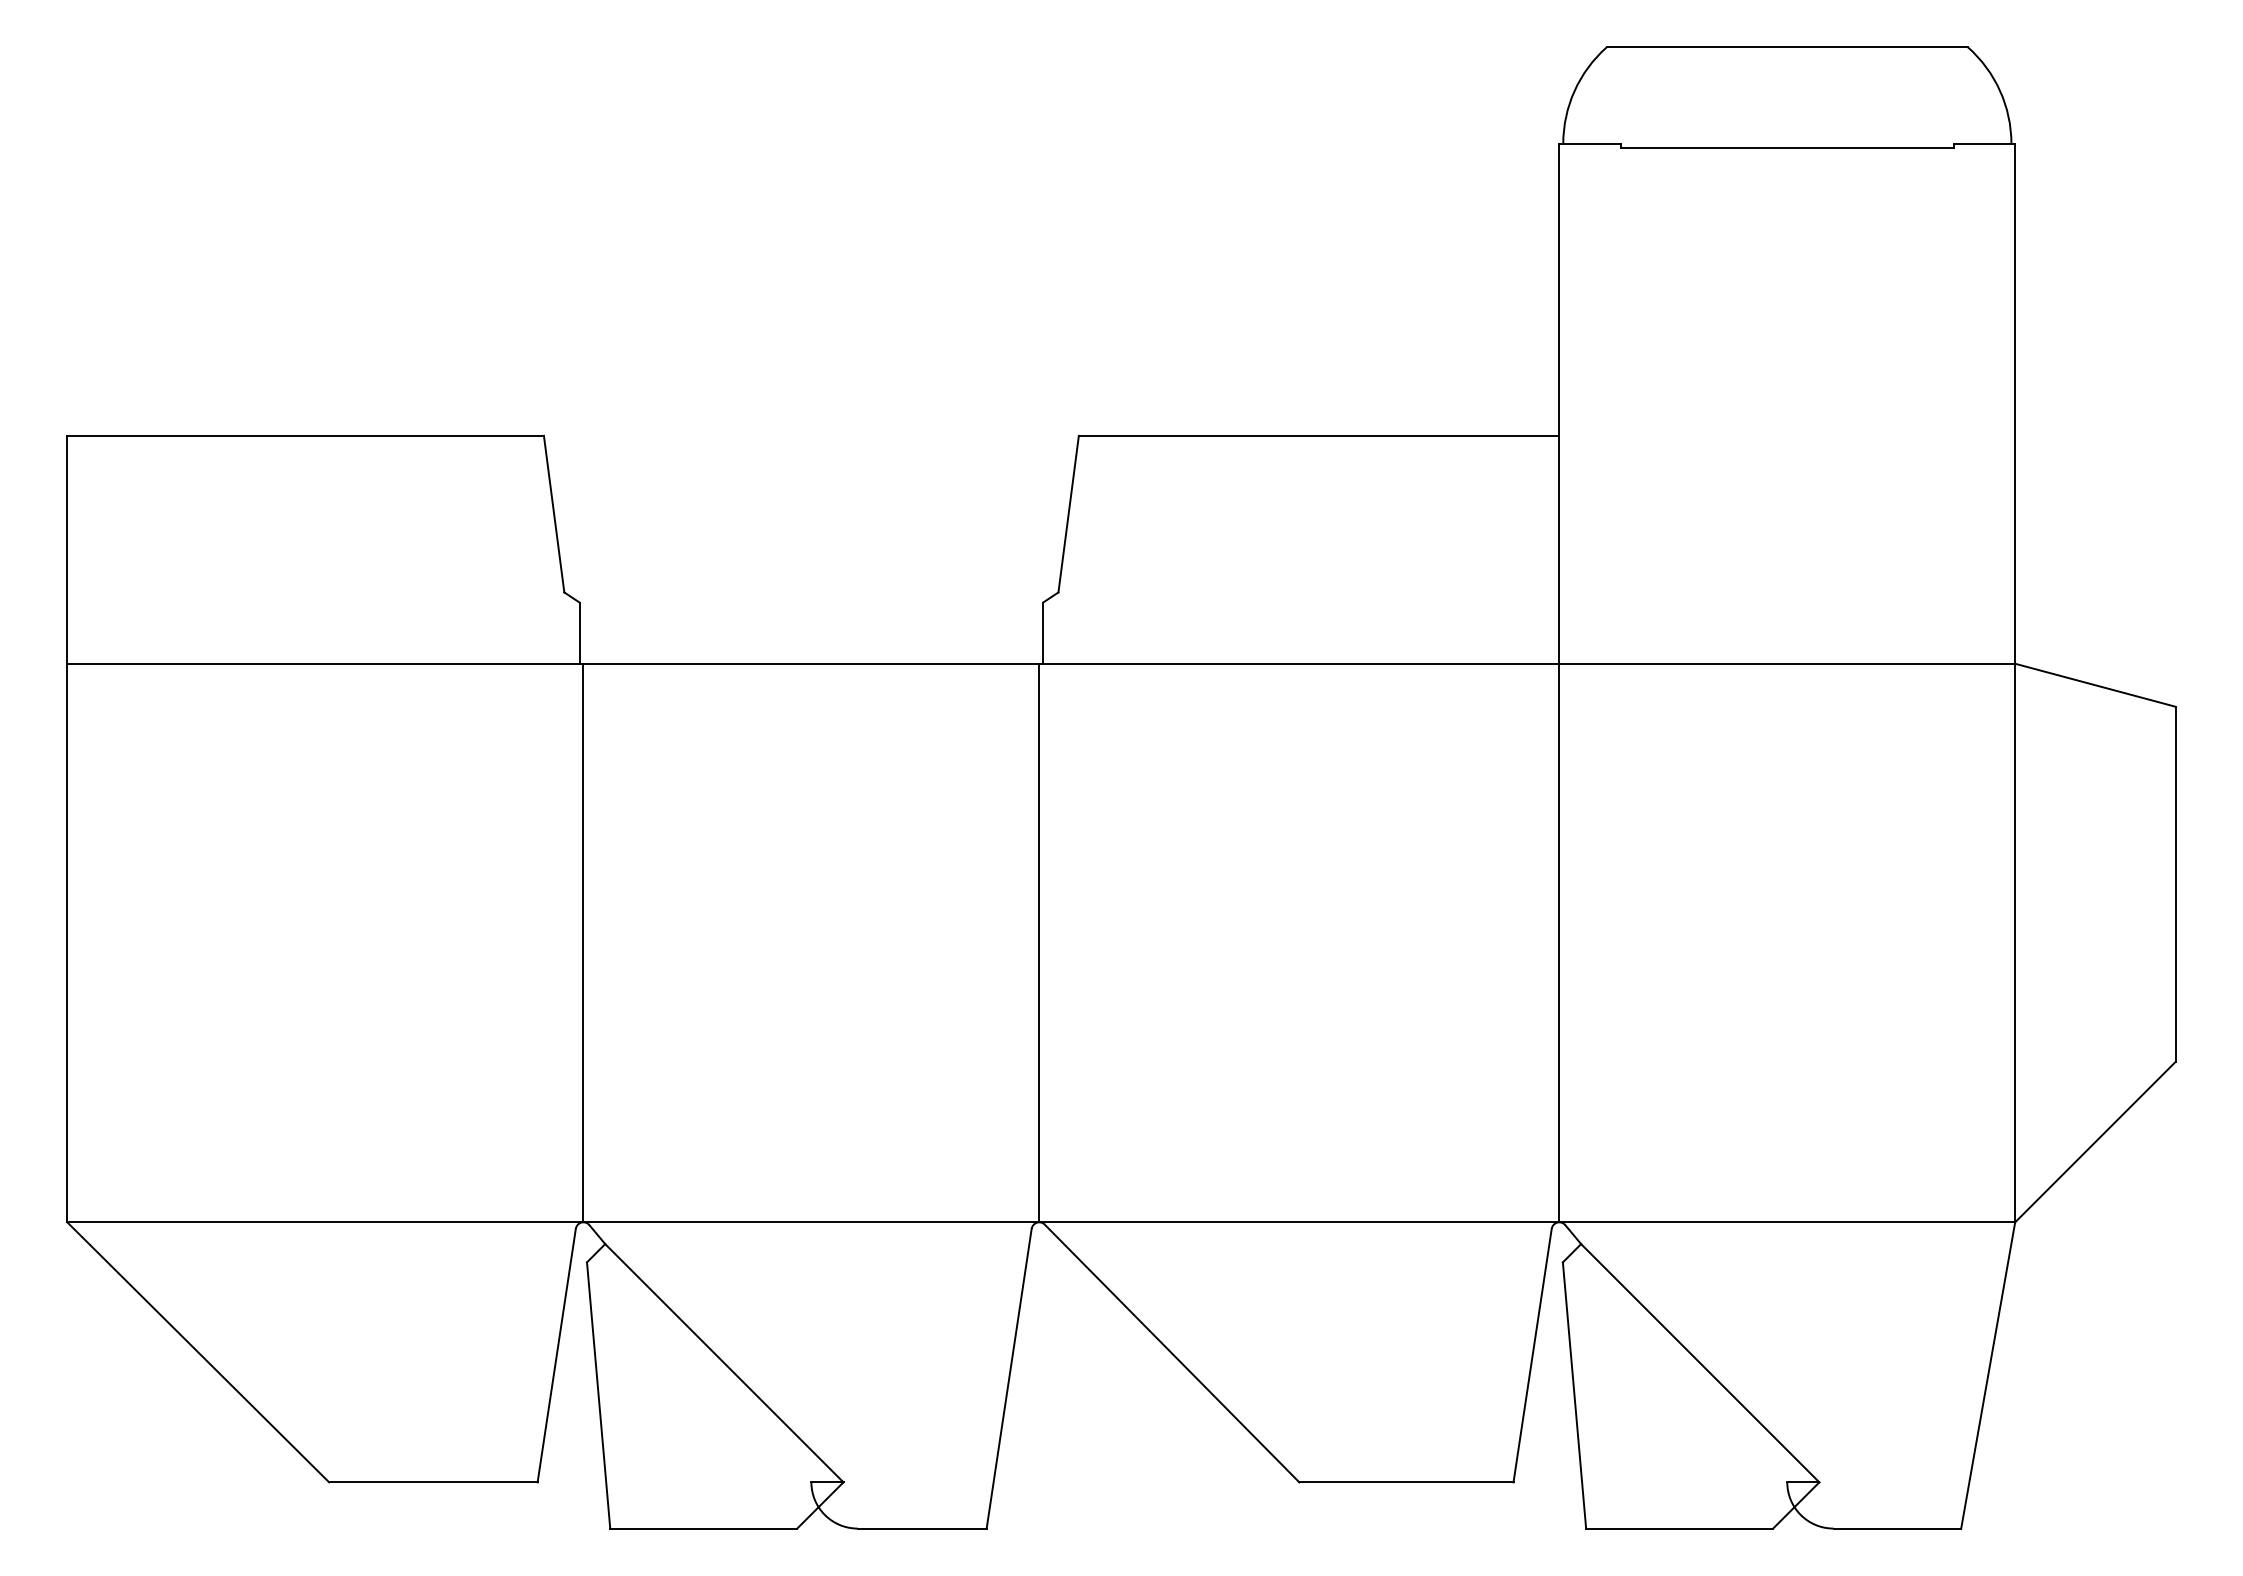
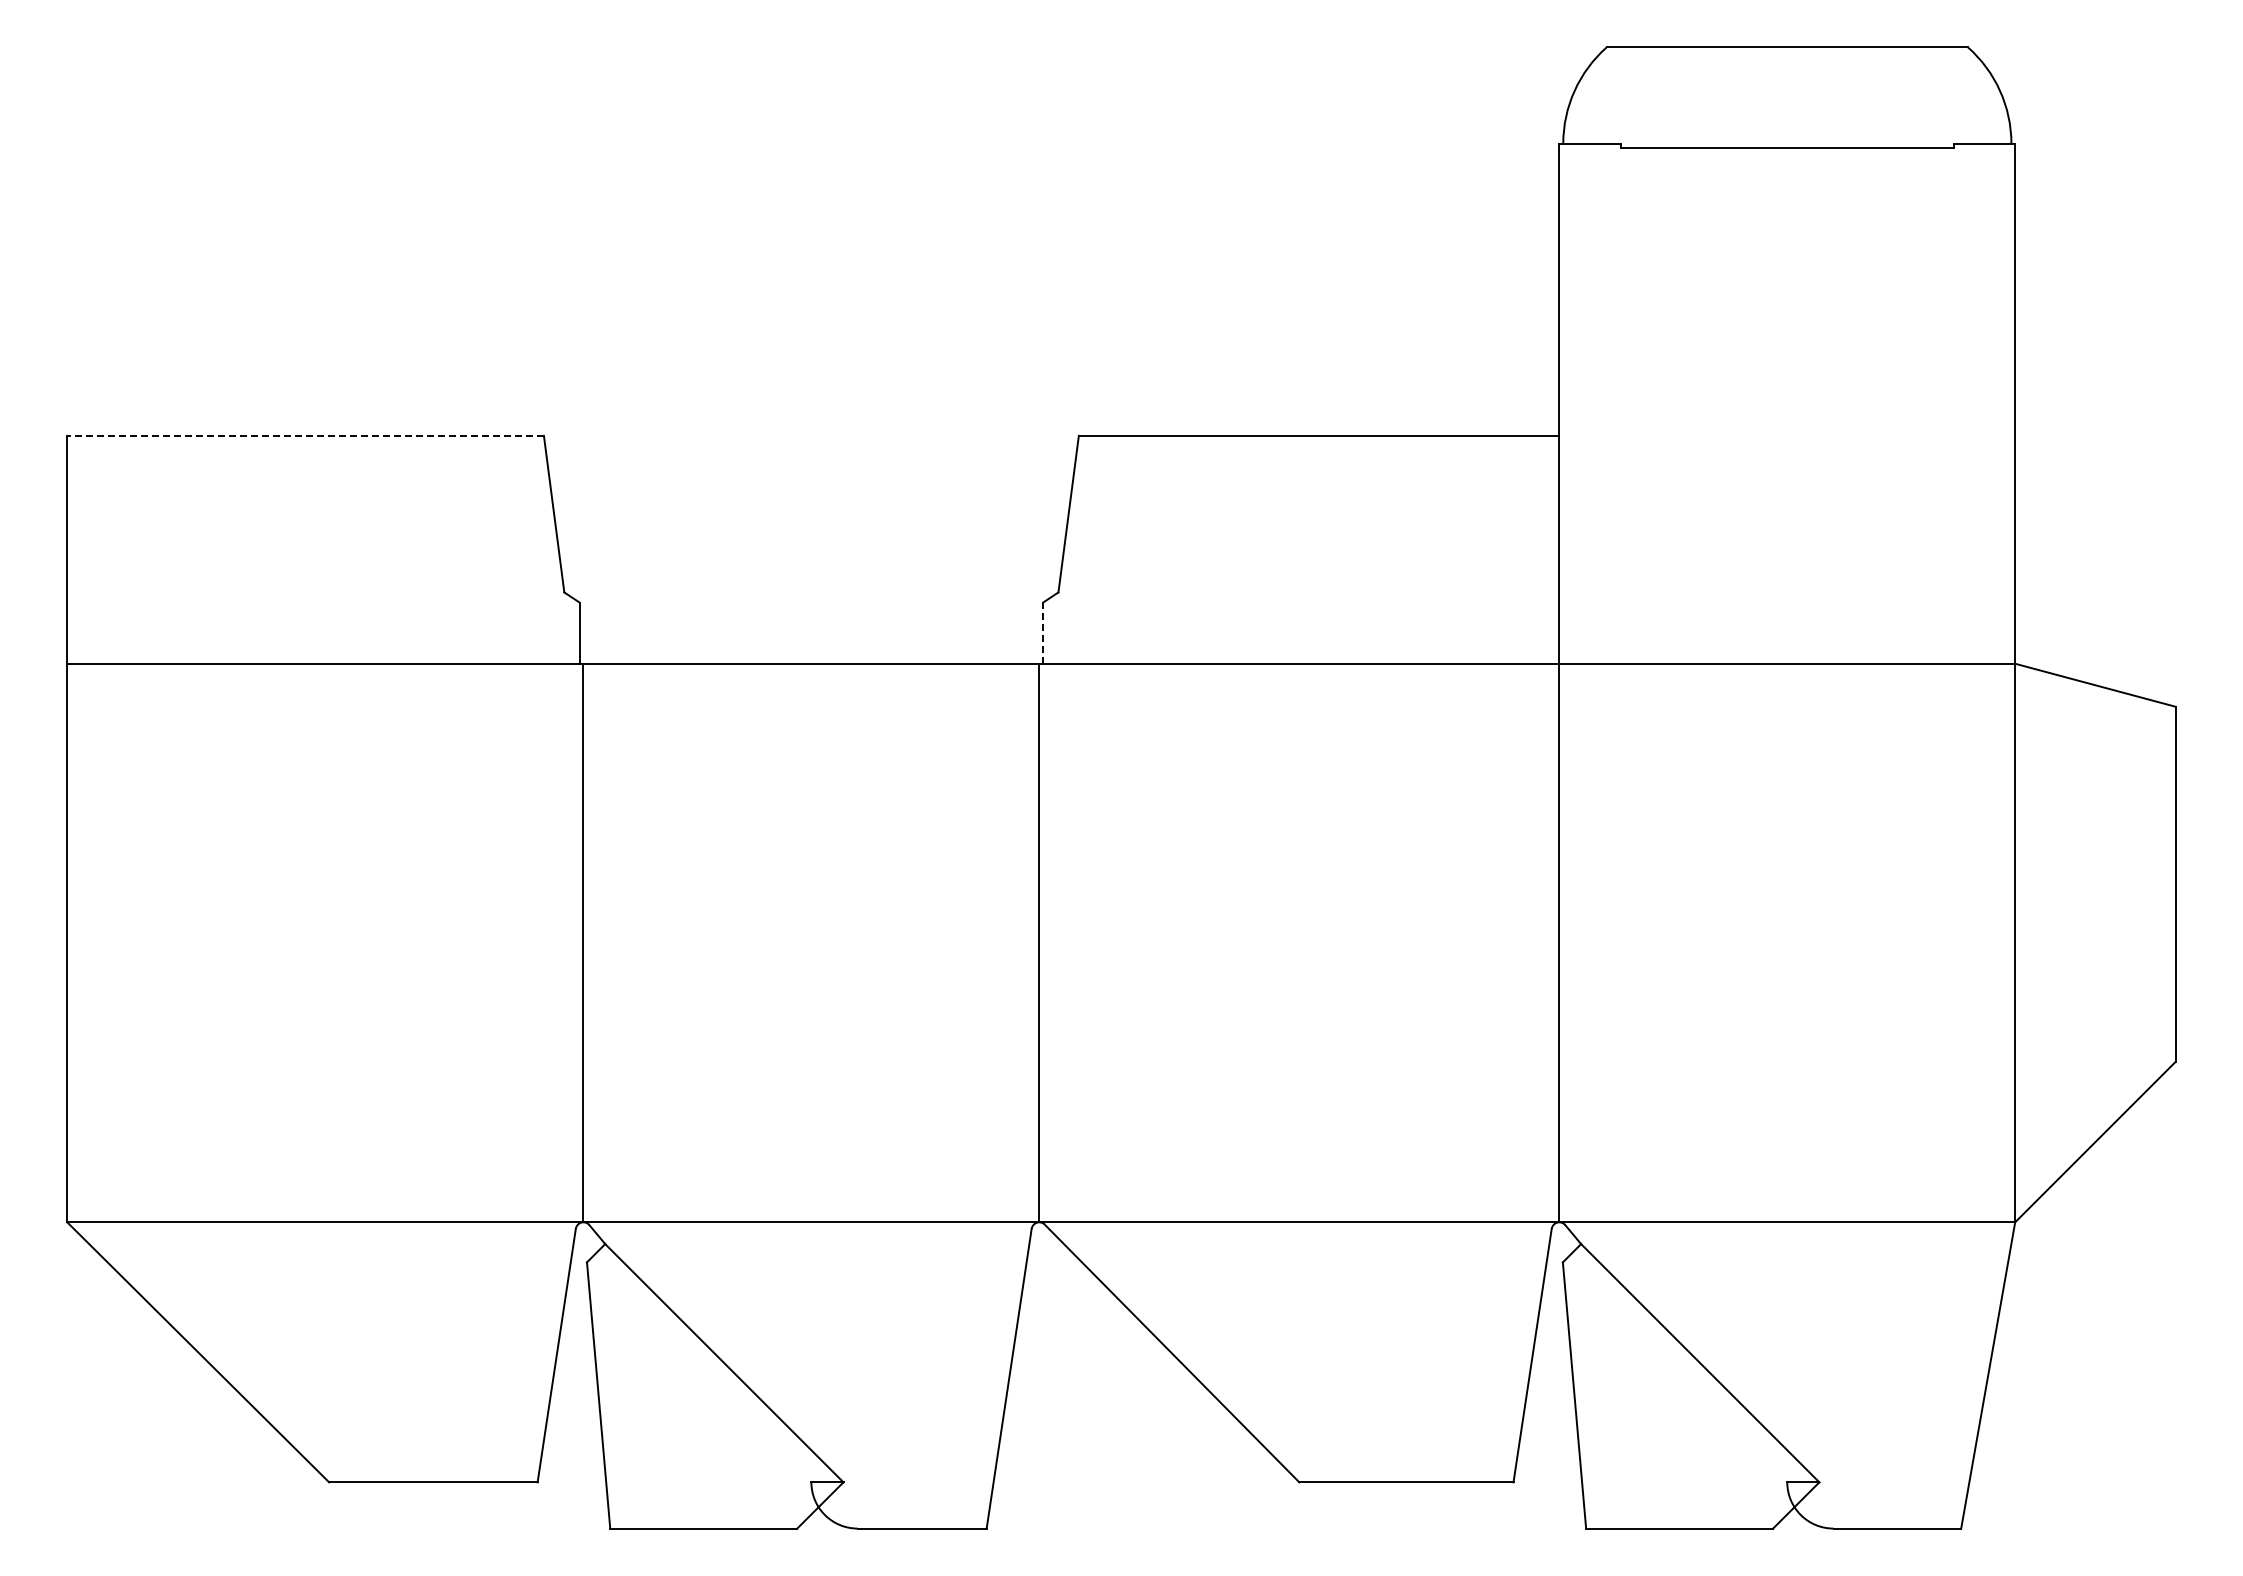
line at (305, 435): solid -> dashed
line at (1043, 633): solid -> dashed
